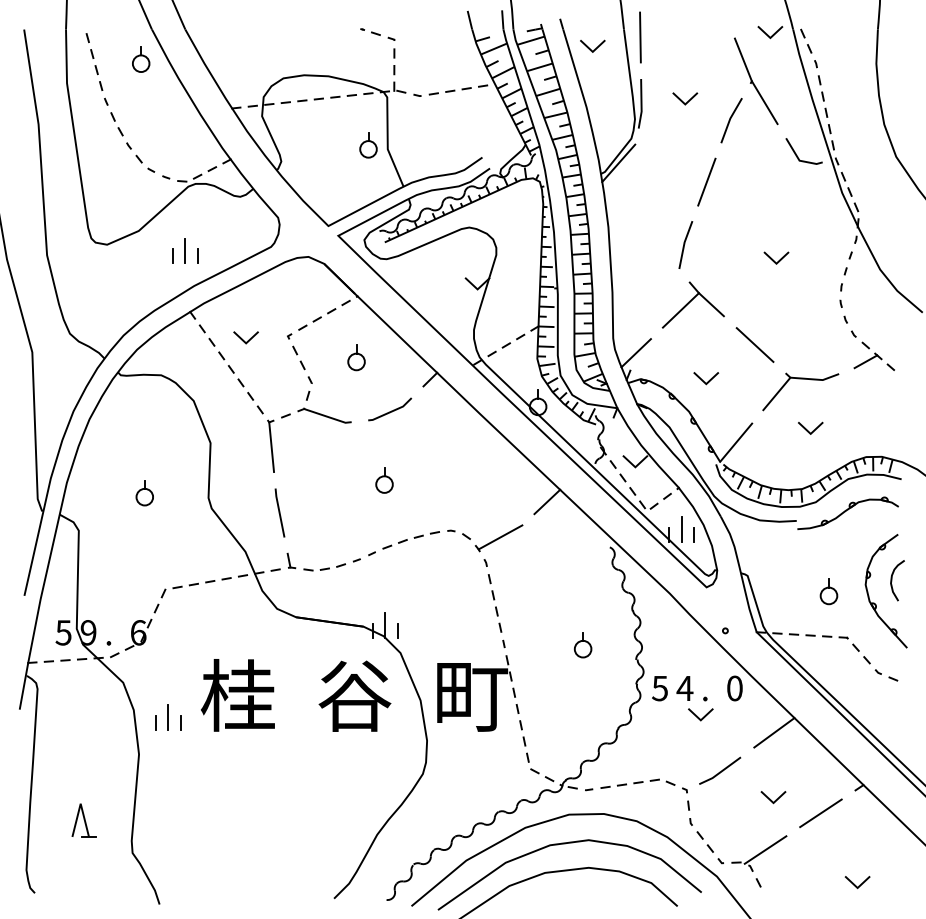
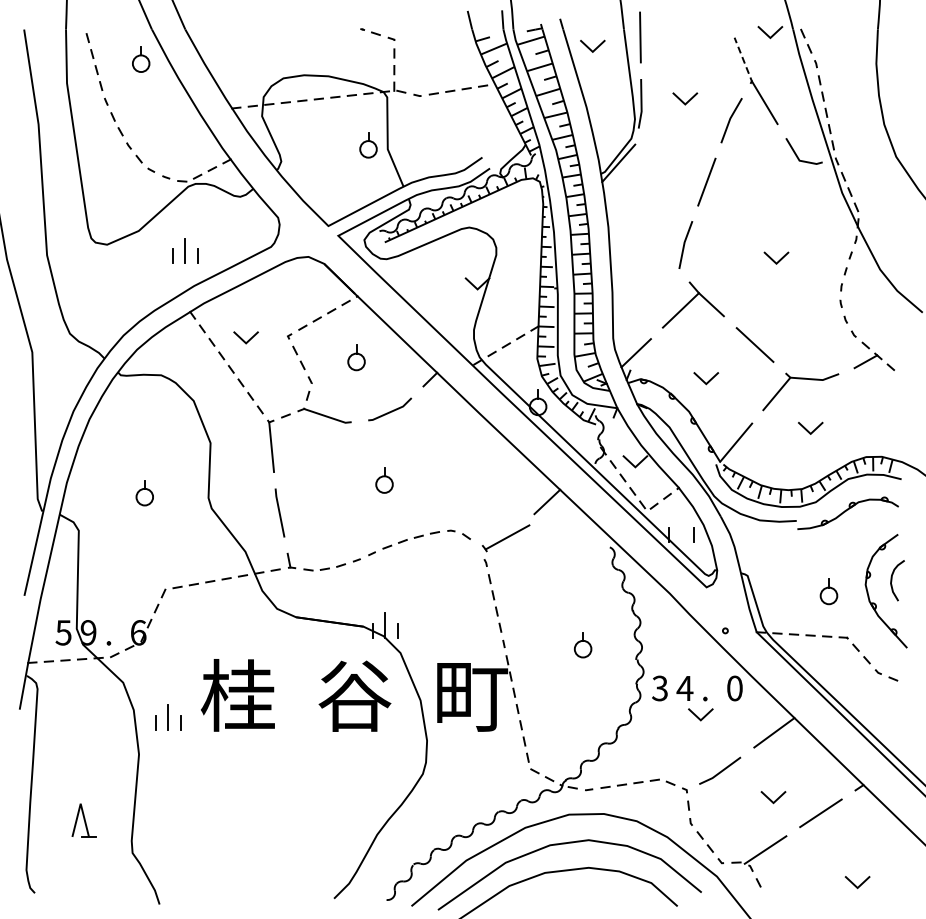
line at (743, 60): solid -> dashed
line at (681, 529): present -> none
part at (498, 538) position: (498, 538) -> (505, 538)
text at (659, 687): 5 -> 3
